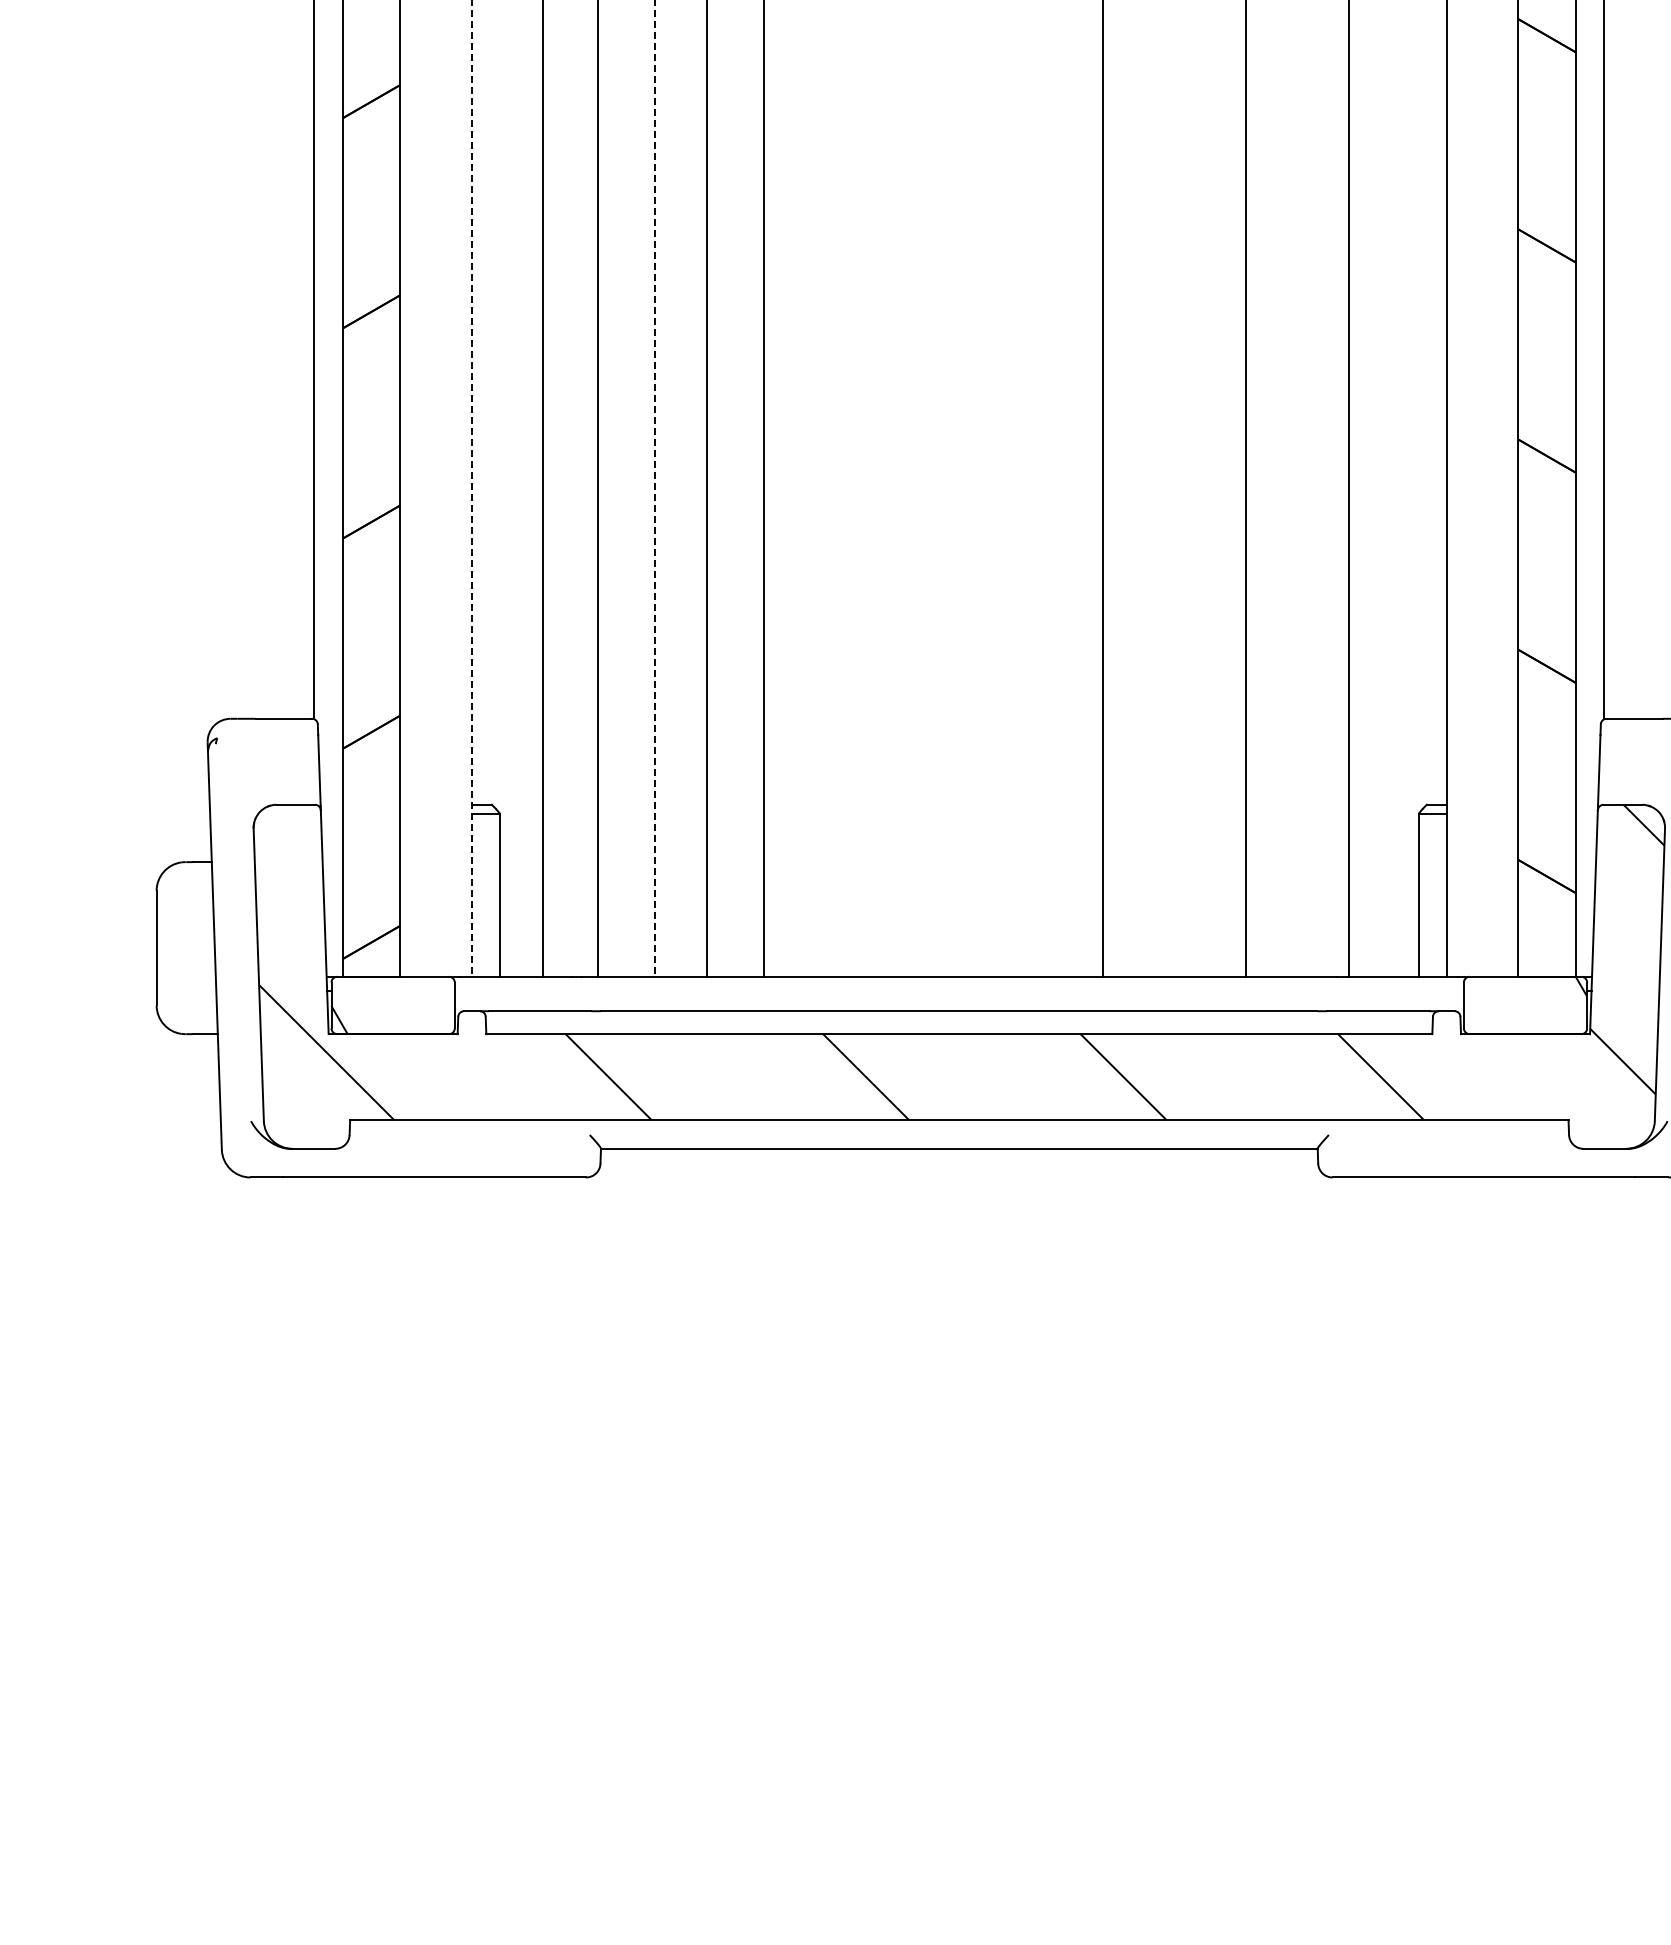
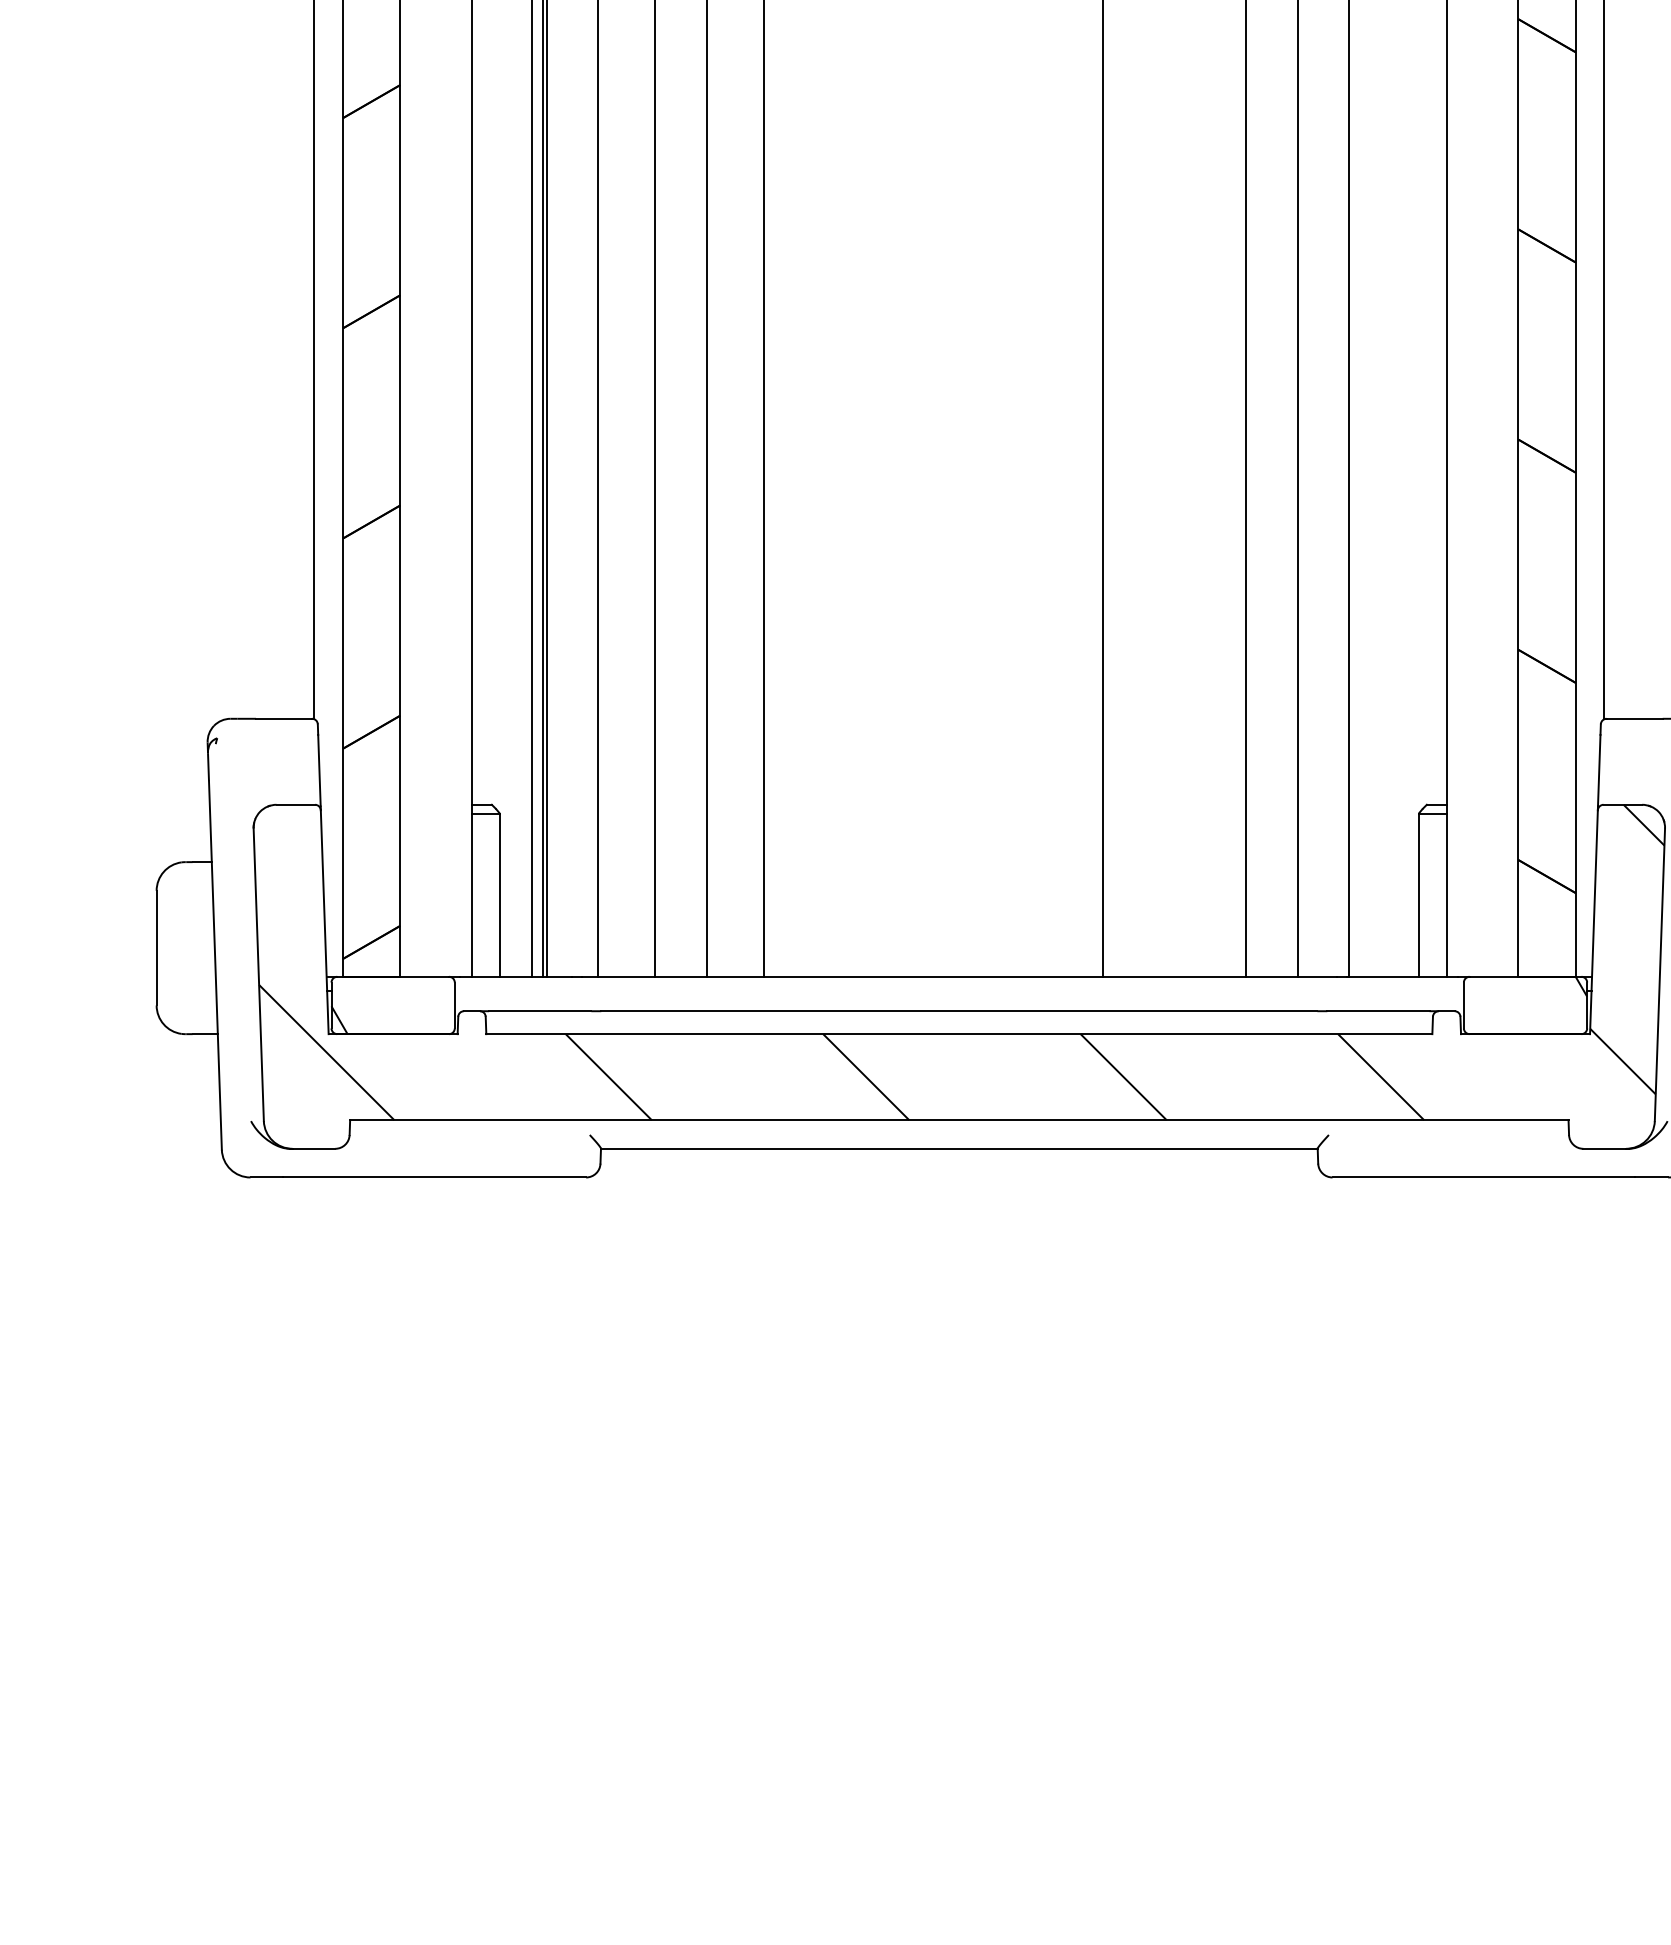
line at (472, 488): dashed -> solid
line at (655, 488): dashed -> solid
line at (532, 489): none -> present
line at (546, 489): none -> present
line at (1297, 489): none -> present
